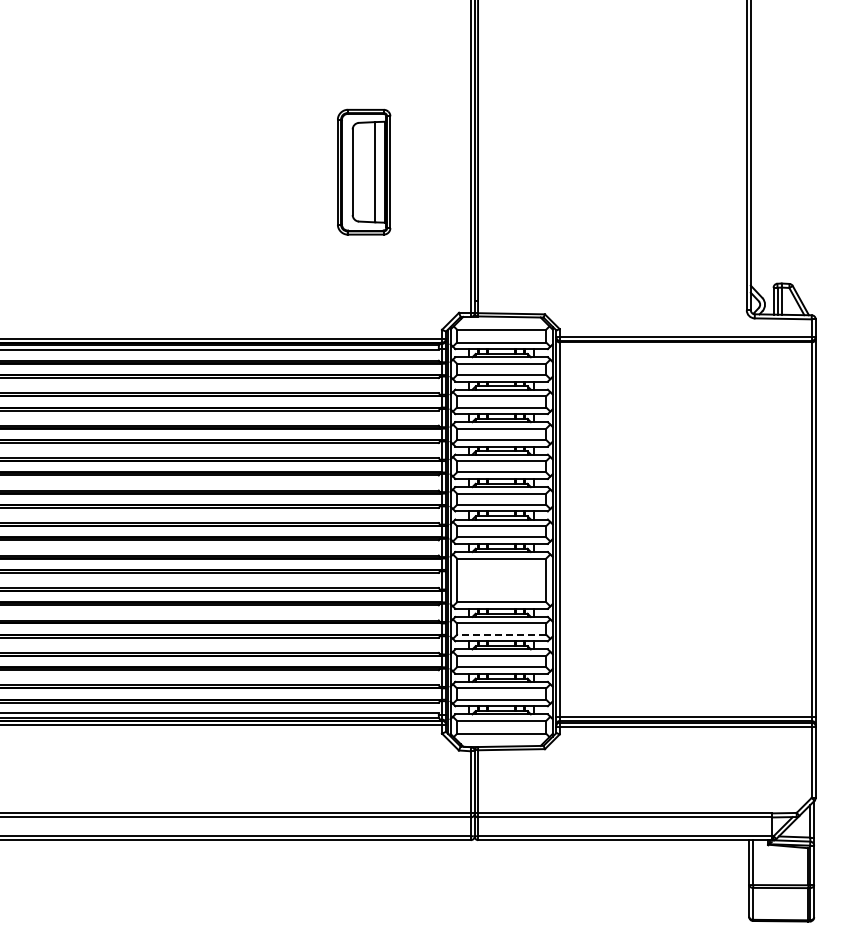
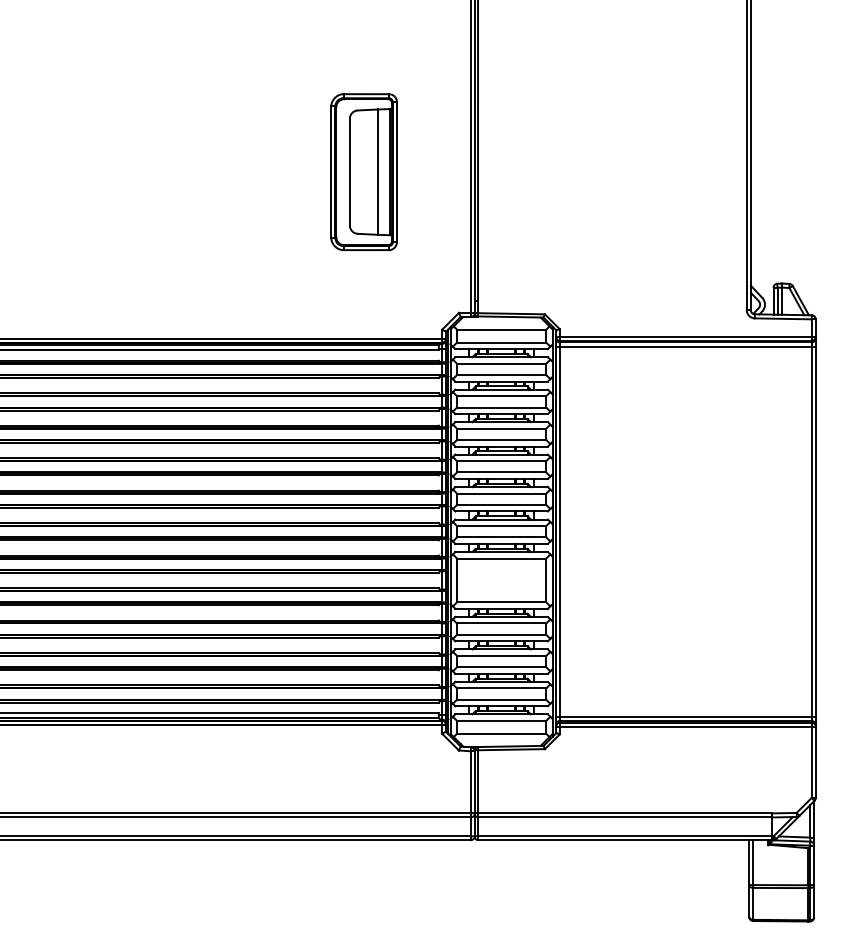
part at (364, 171) size: 55x128 px -> 68x159 px
line at (685, 346): none -> present
line at (501, 634): dashed -> solid
